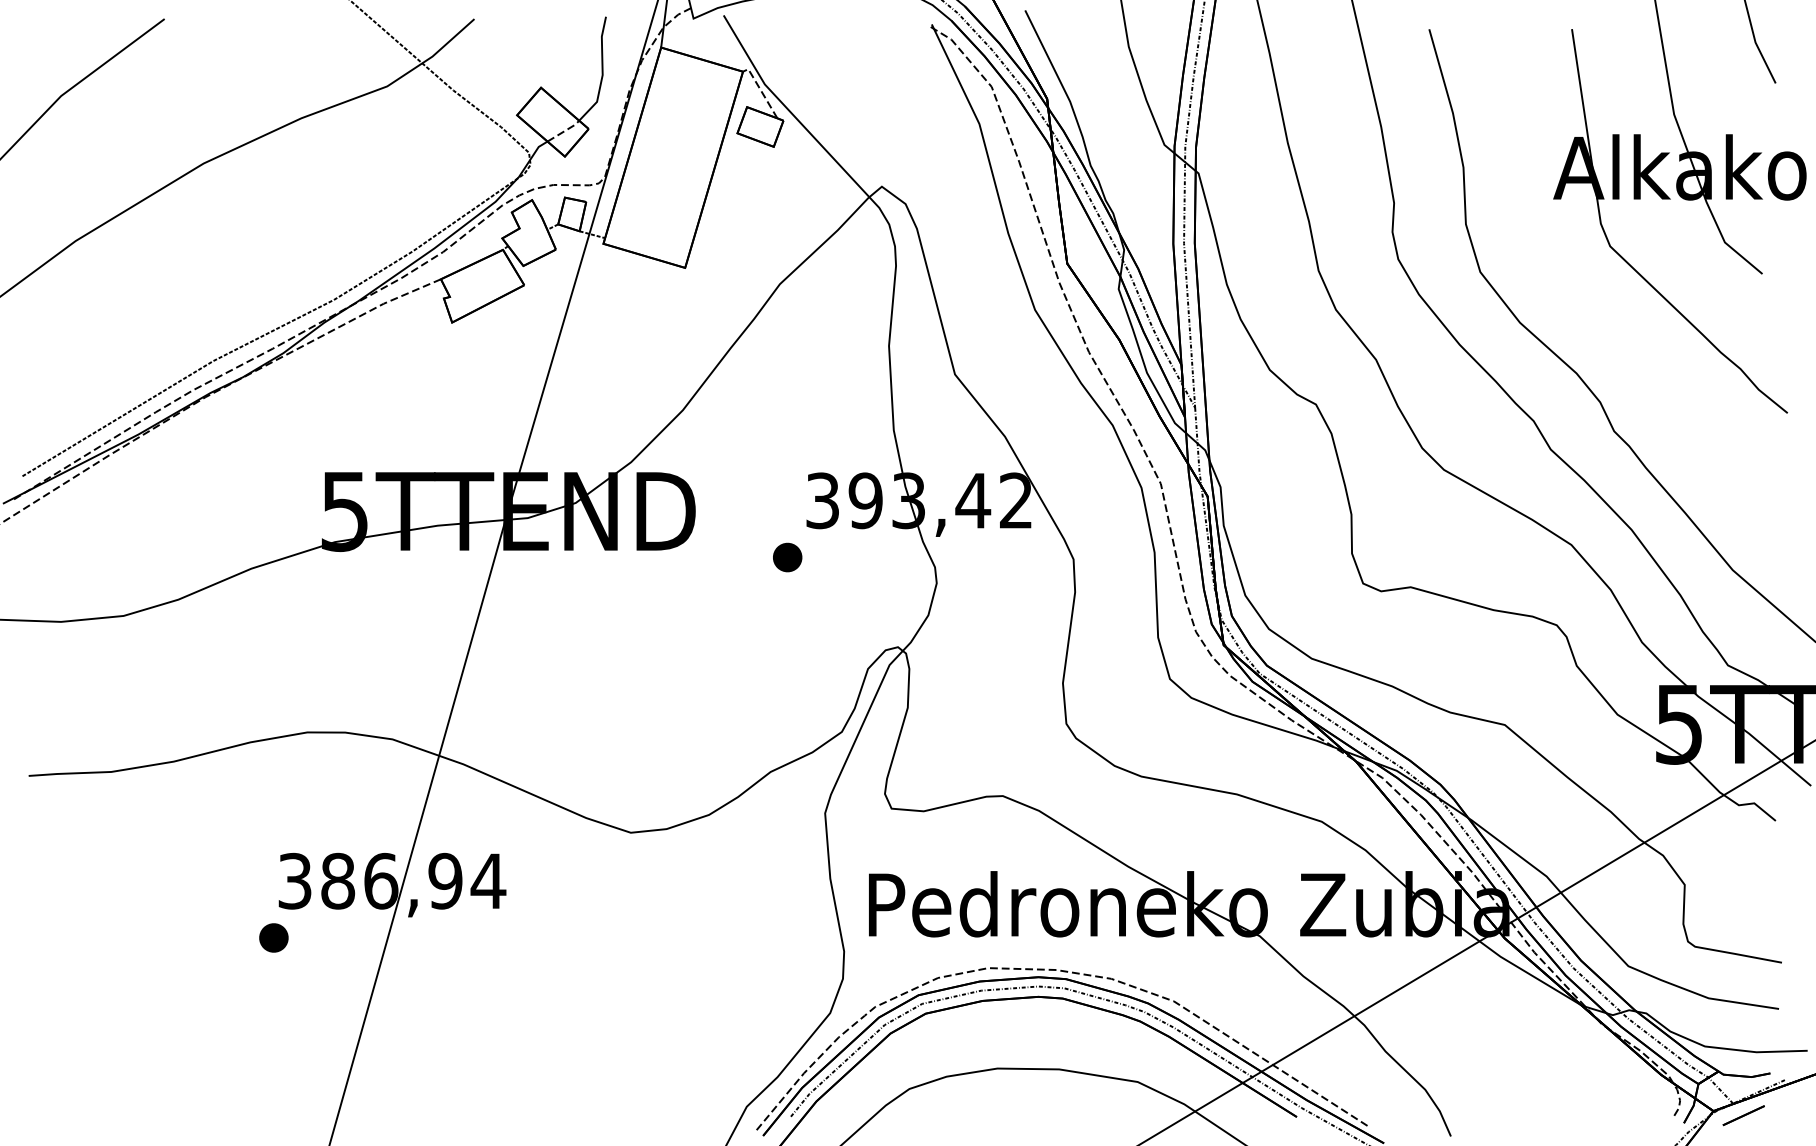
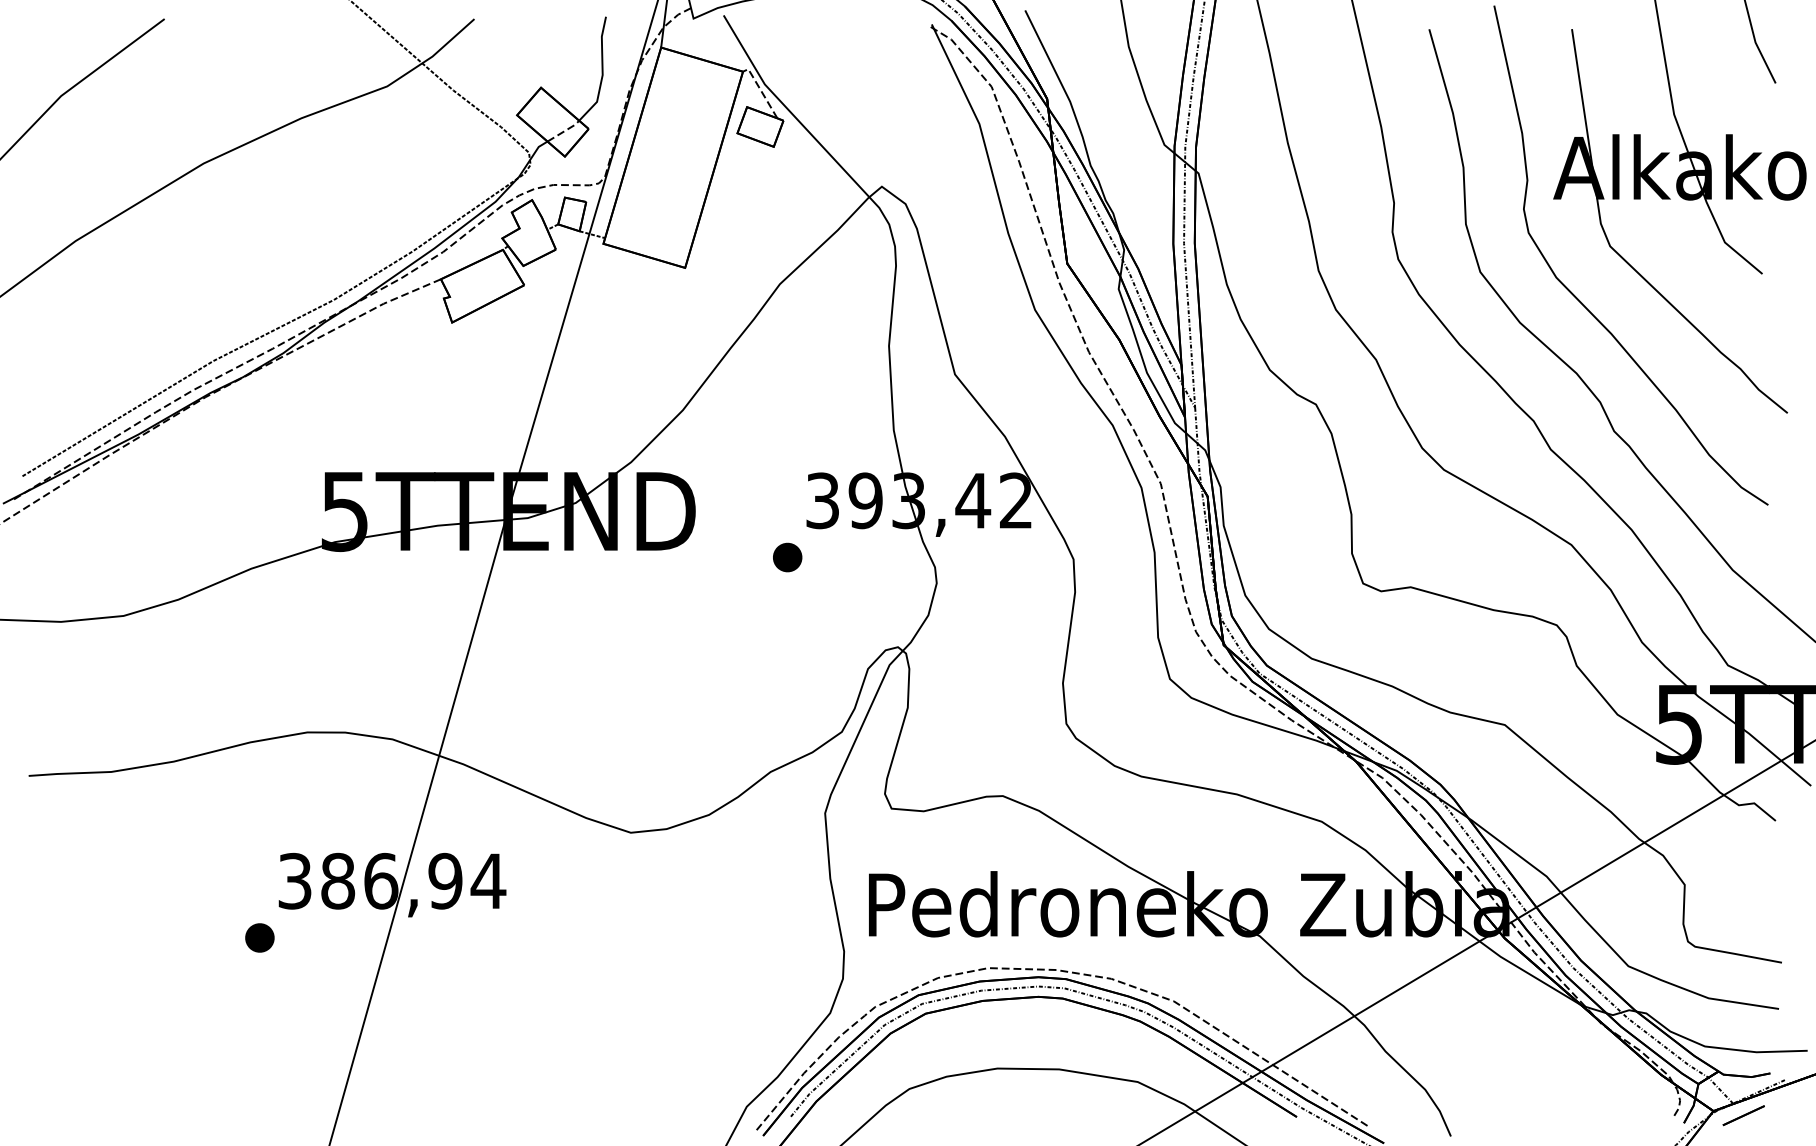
part at (1582, 302): none -> present
part at (273, 937) position: (273, 937) -> (259, 937)
